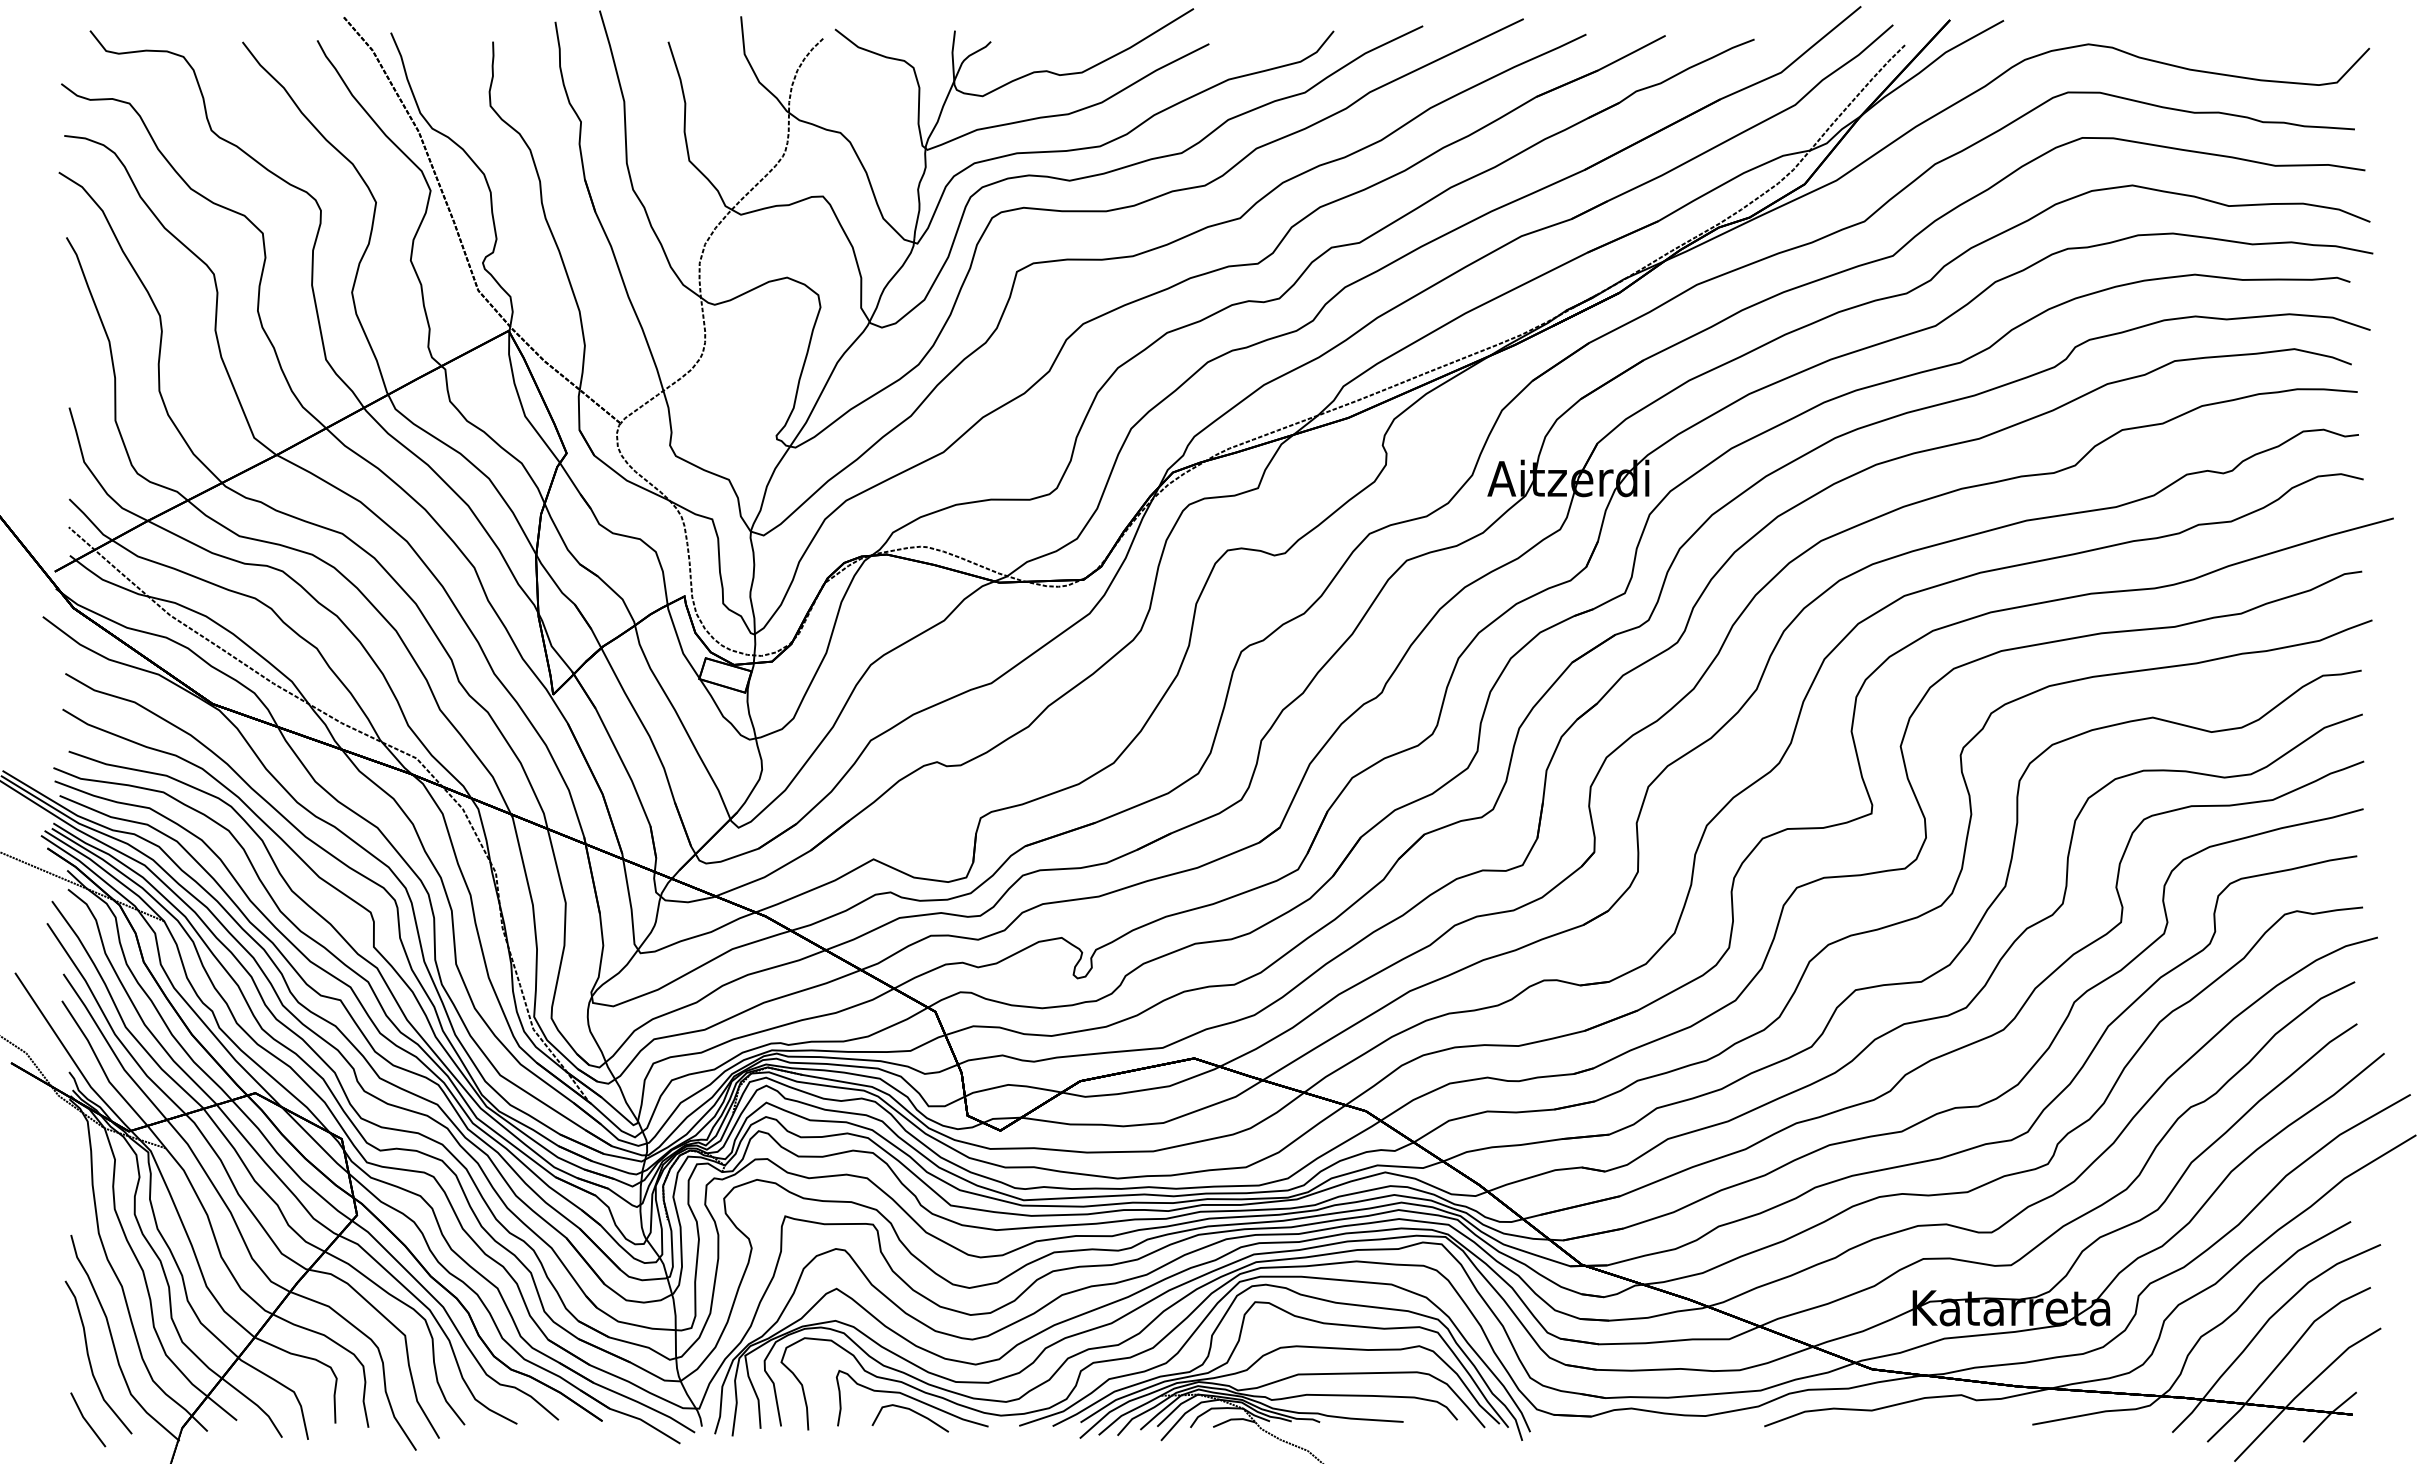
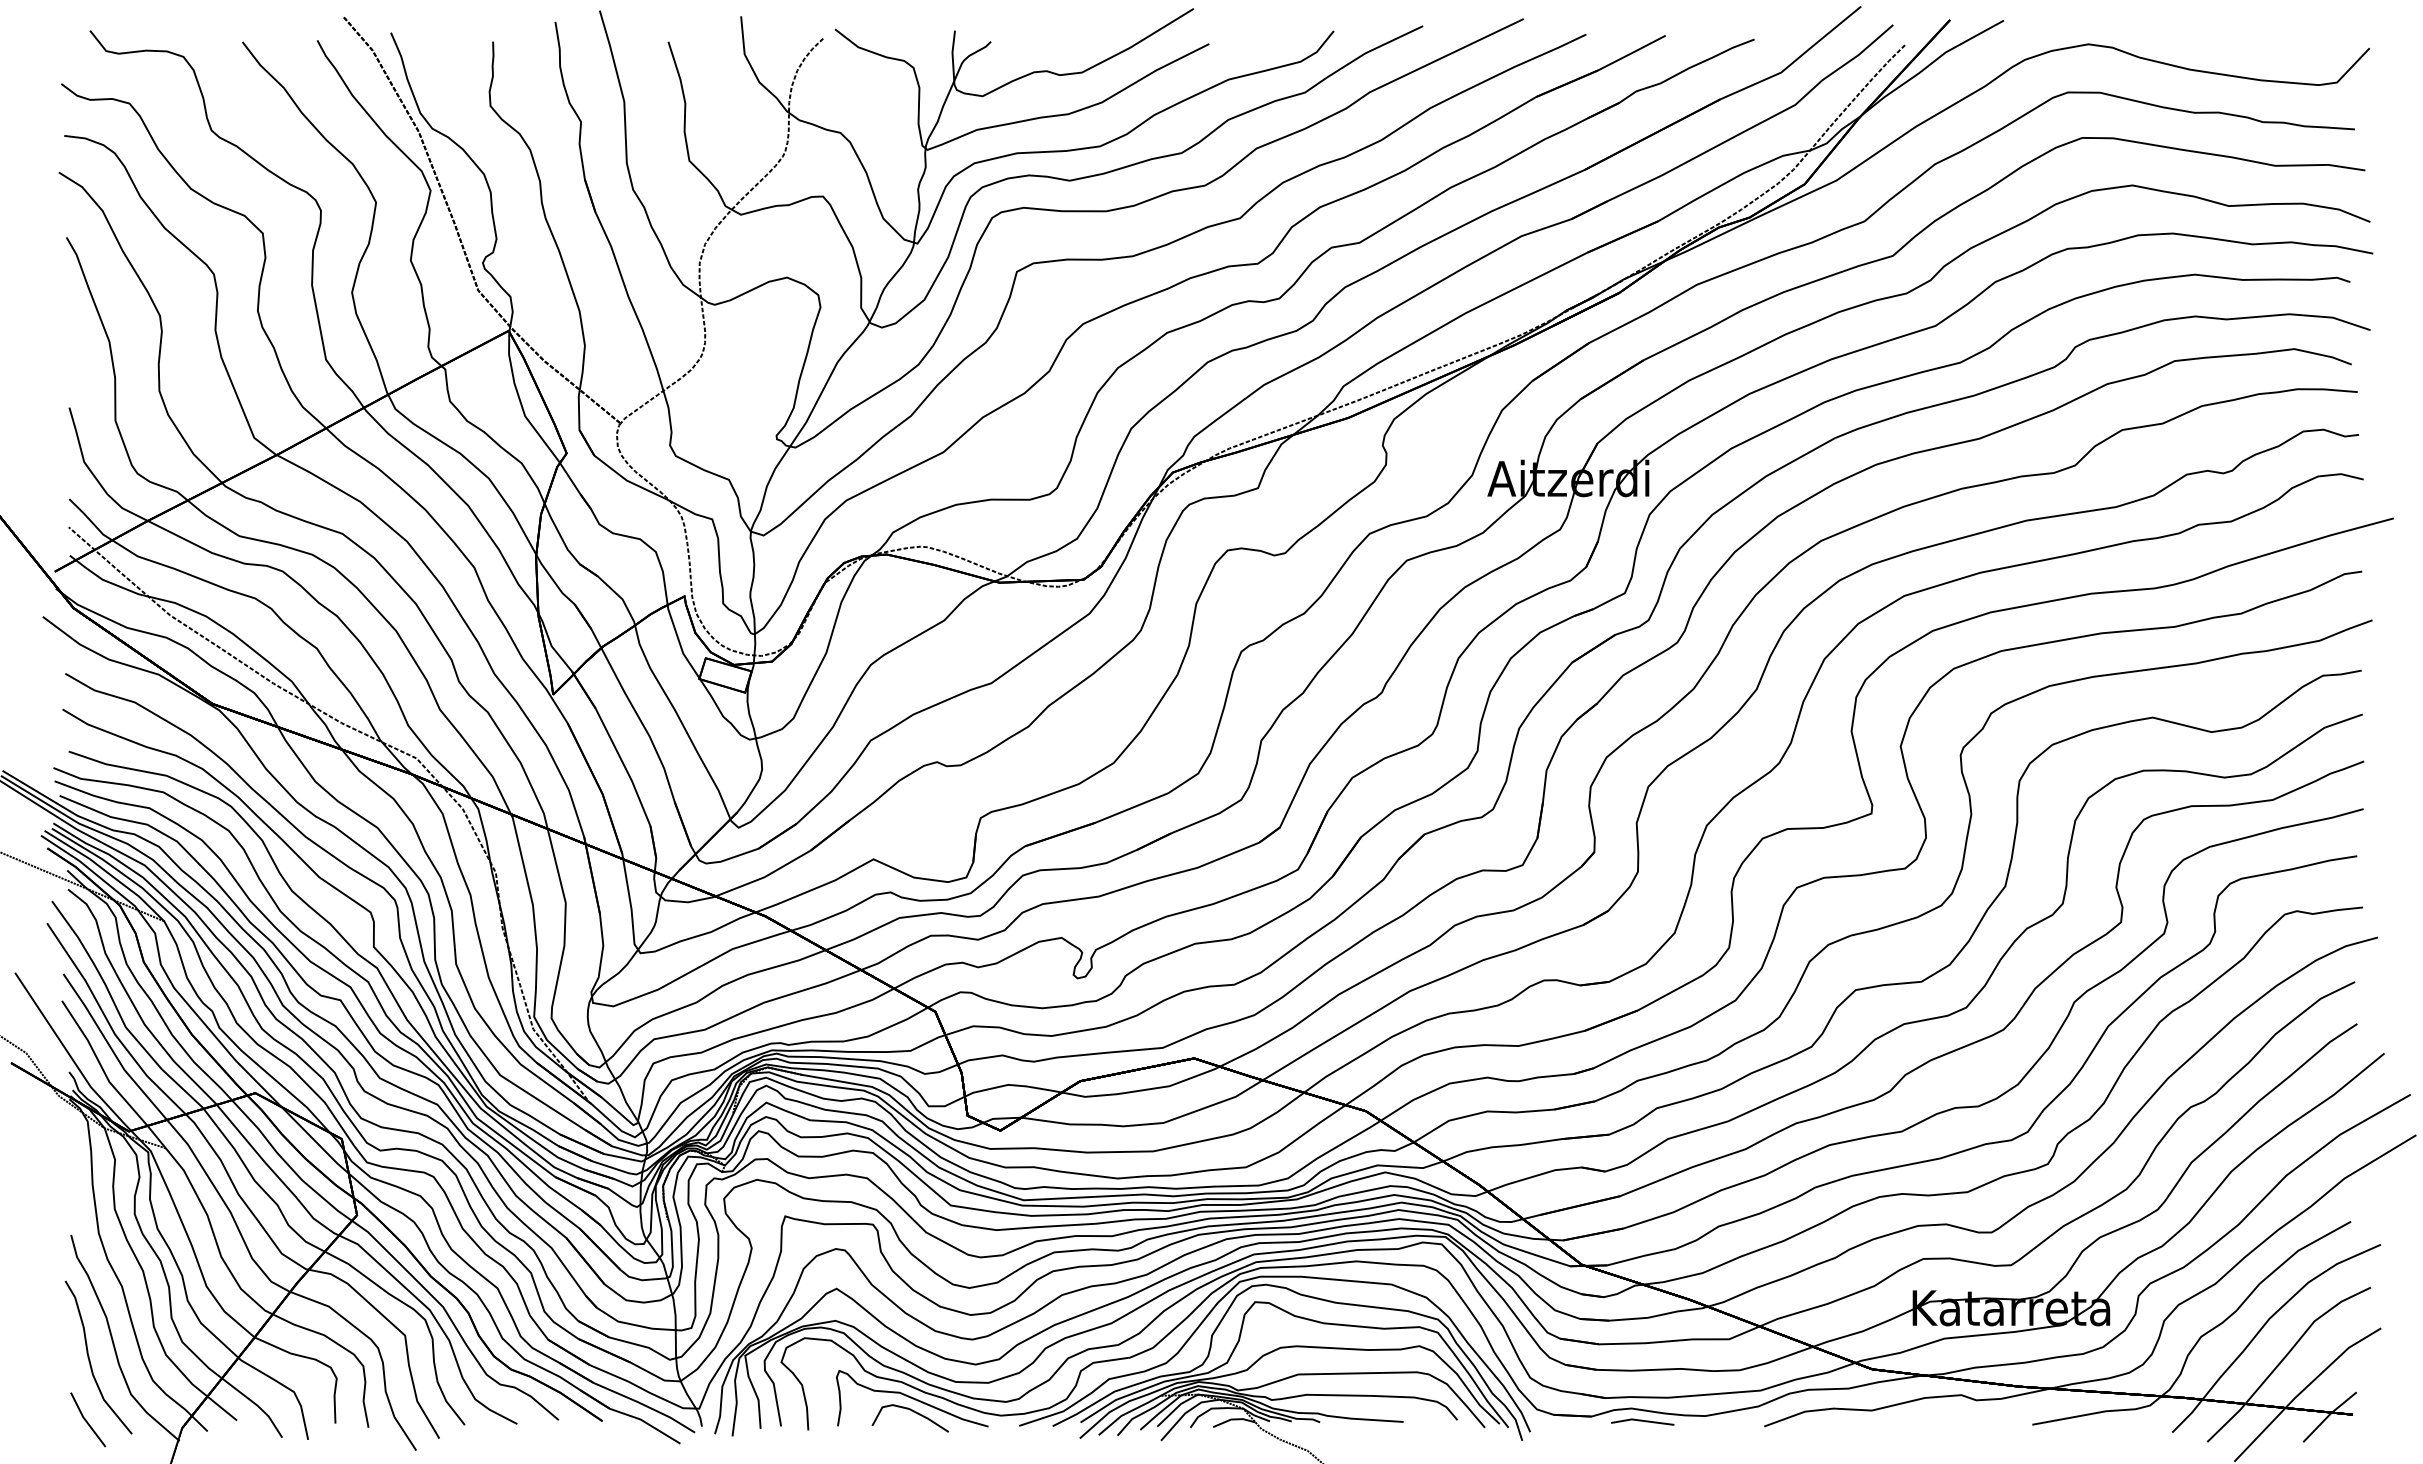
line at (1642, 1421): none -> present
